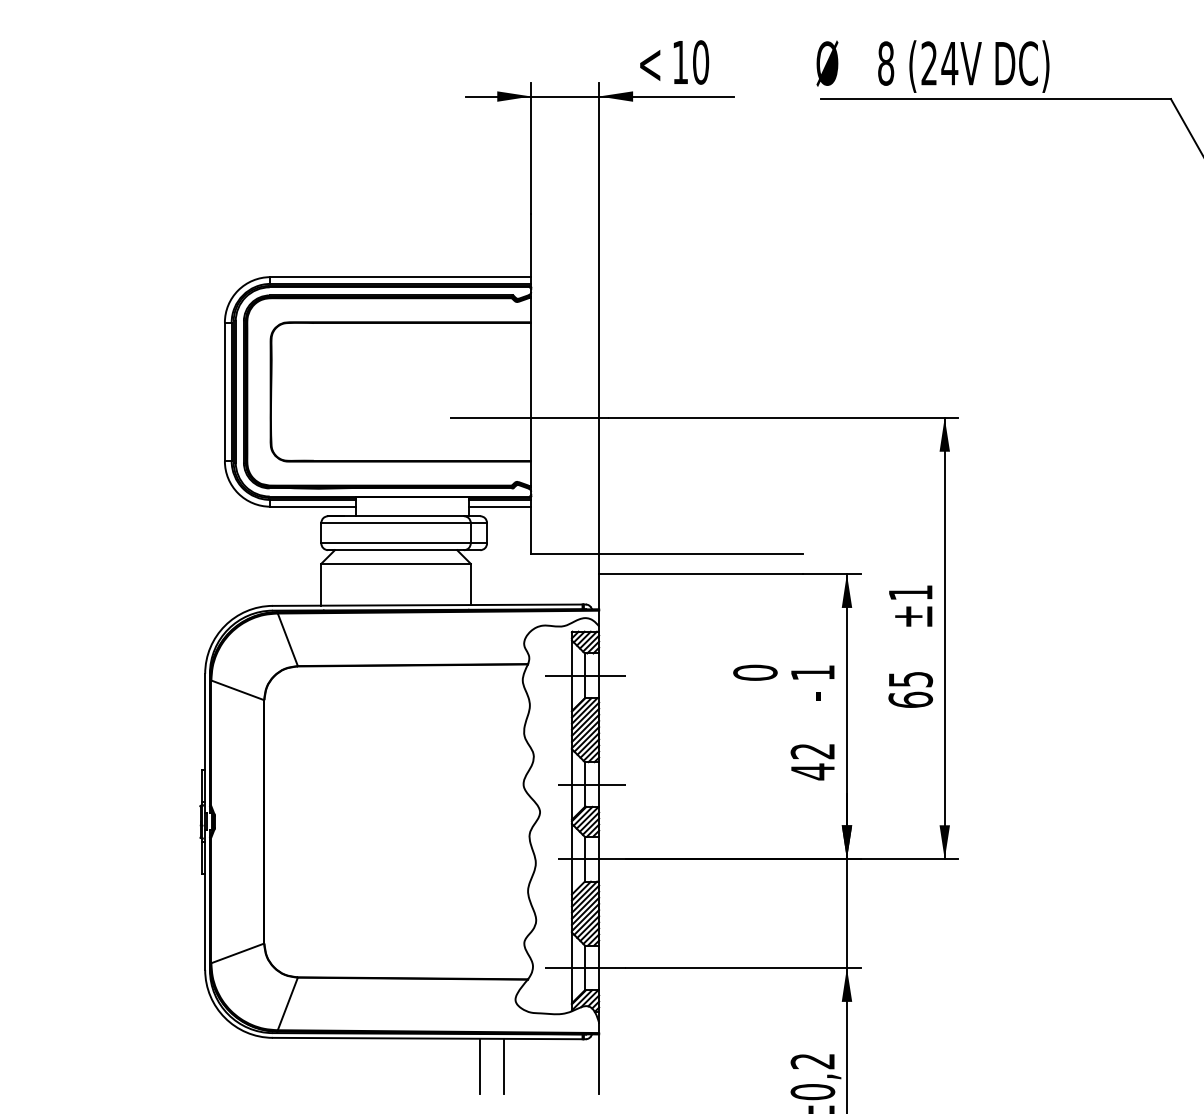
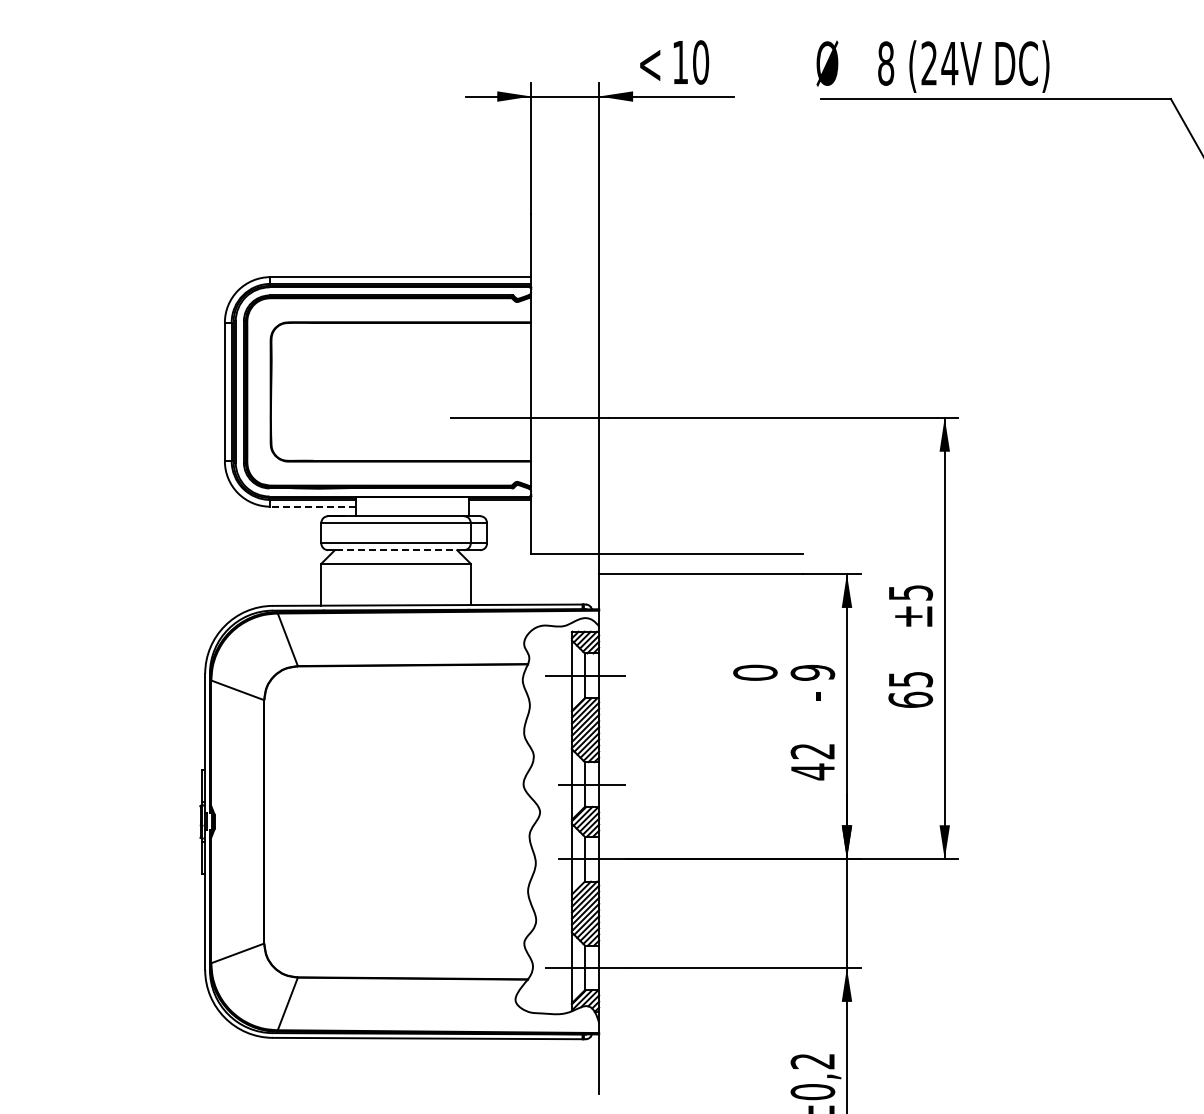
line at (313, 506): solid -> dashed
line at (500, 506): present -> none
line at (396, 550): solid -> dashed
text at (911, 592): ±1 -> ±5
text at (812, 672): 1 -> 9
line at (480, 1066): present -> none
line at (504, 1066): present -> none
